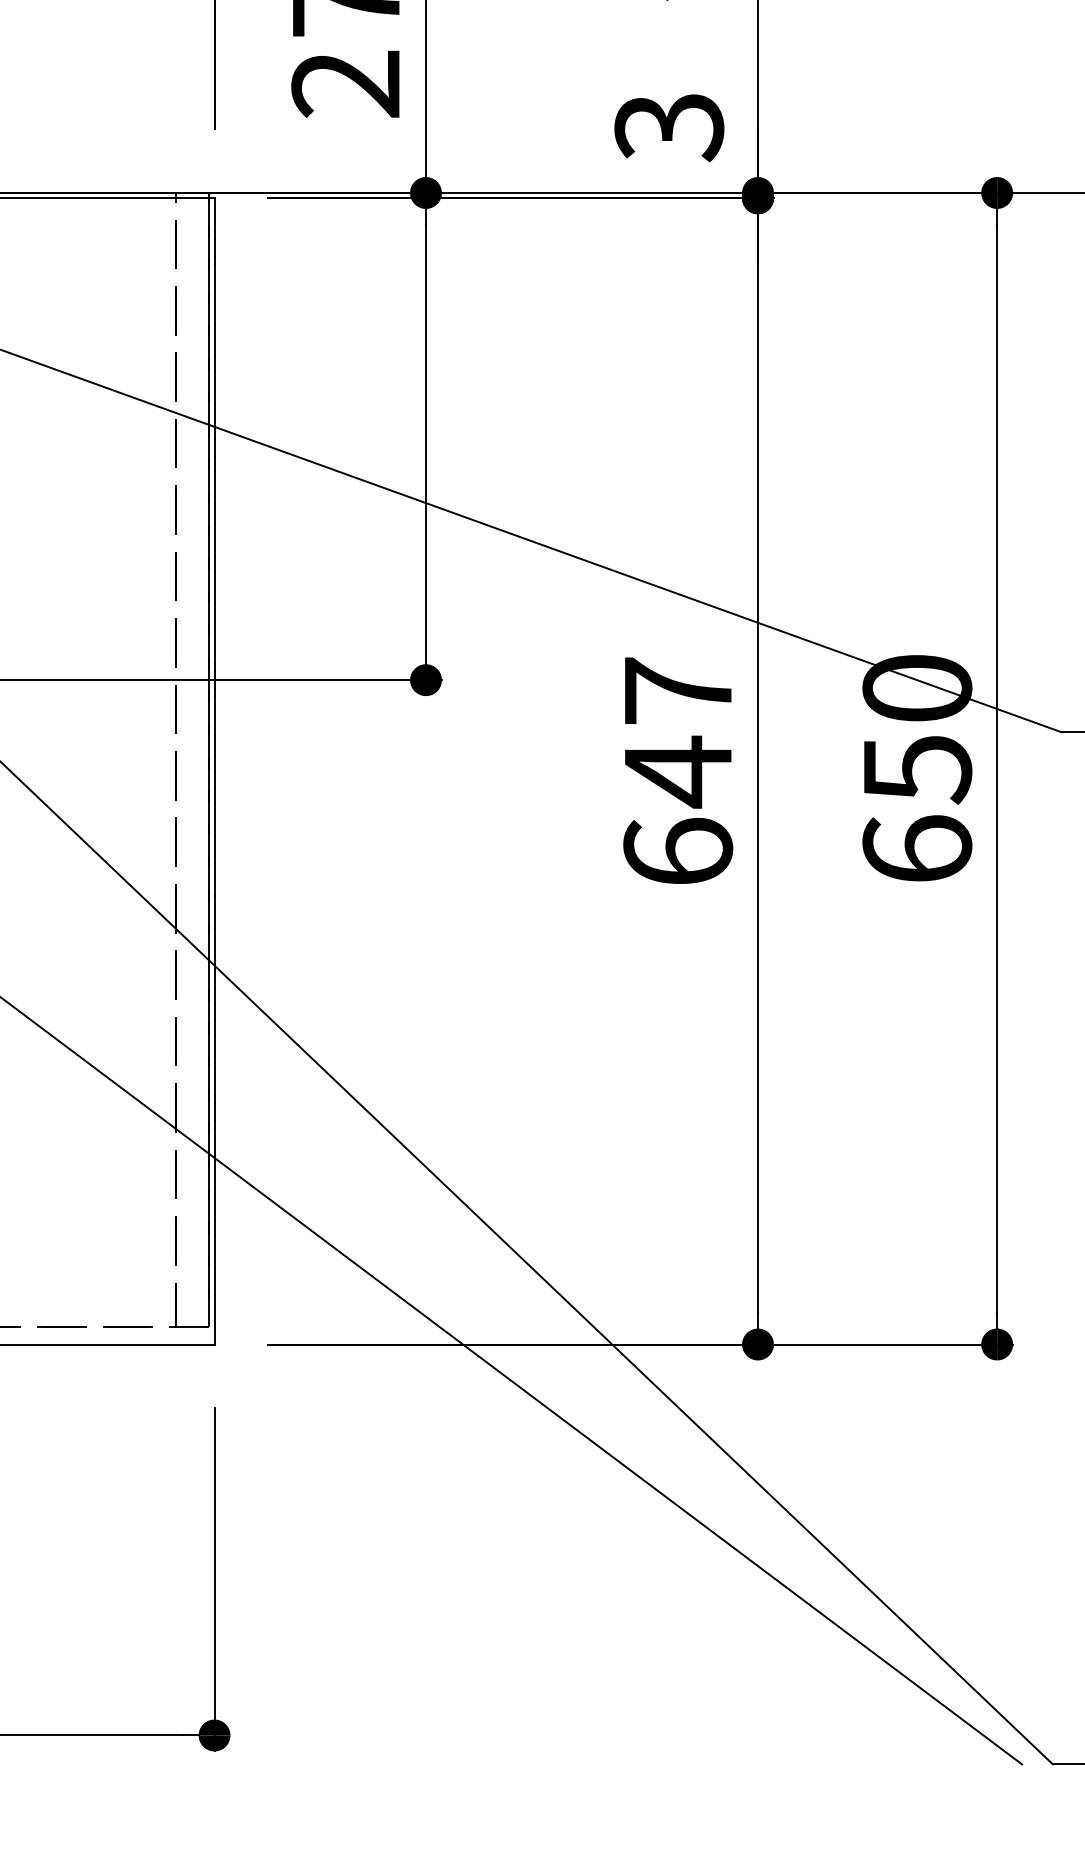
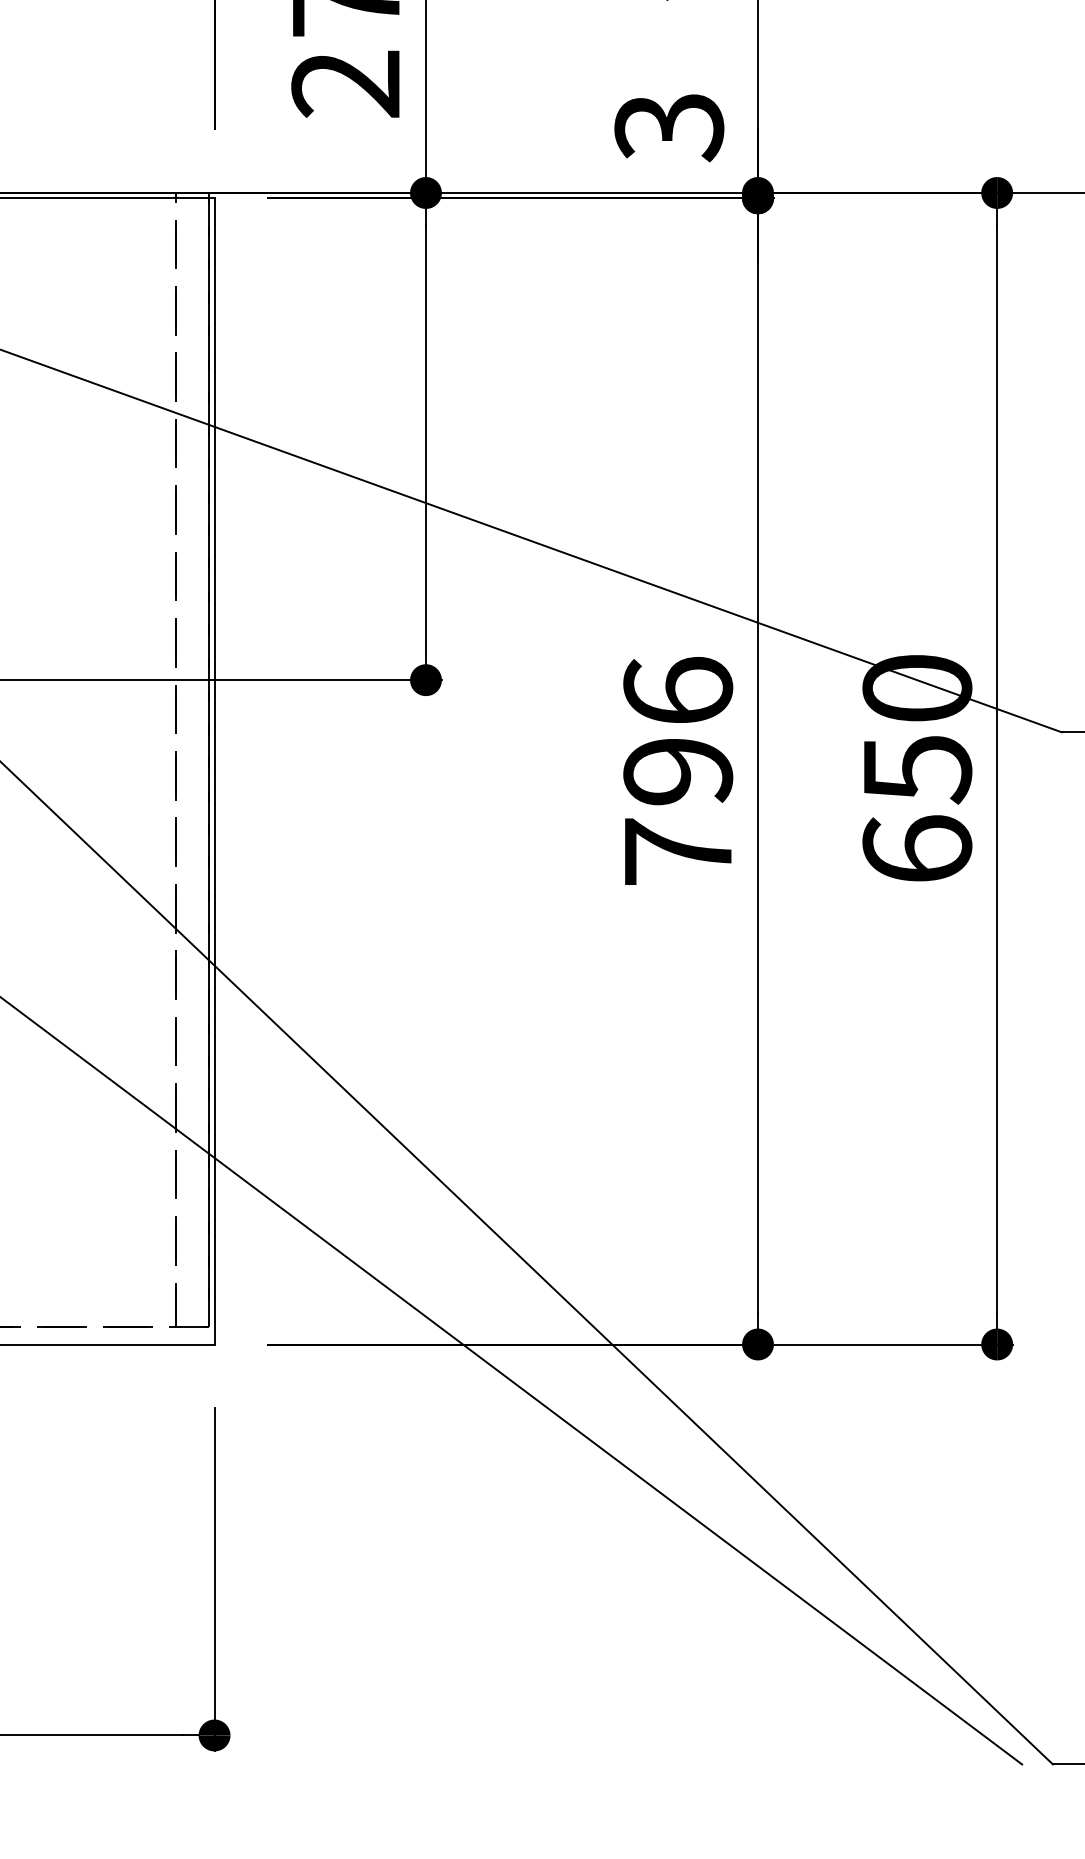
text at (678, 770): 647 -> 796
